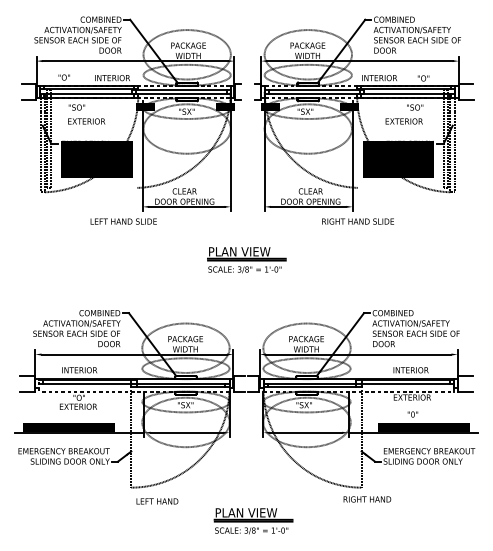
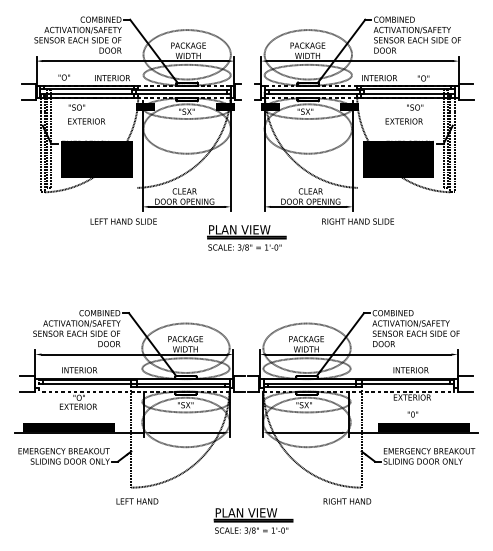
part at (246, 260) position: (246, 260) -> (246, 238)
text at (367, 499) position: (367, 499) -> (347, 501)
text at (157, 501) position: (157, 501) -> (137, 501)
